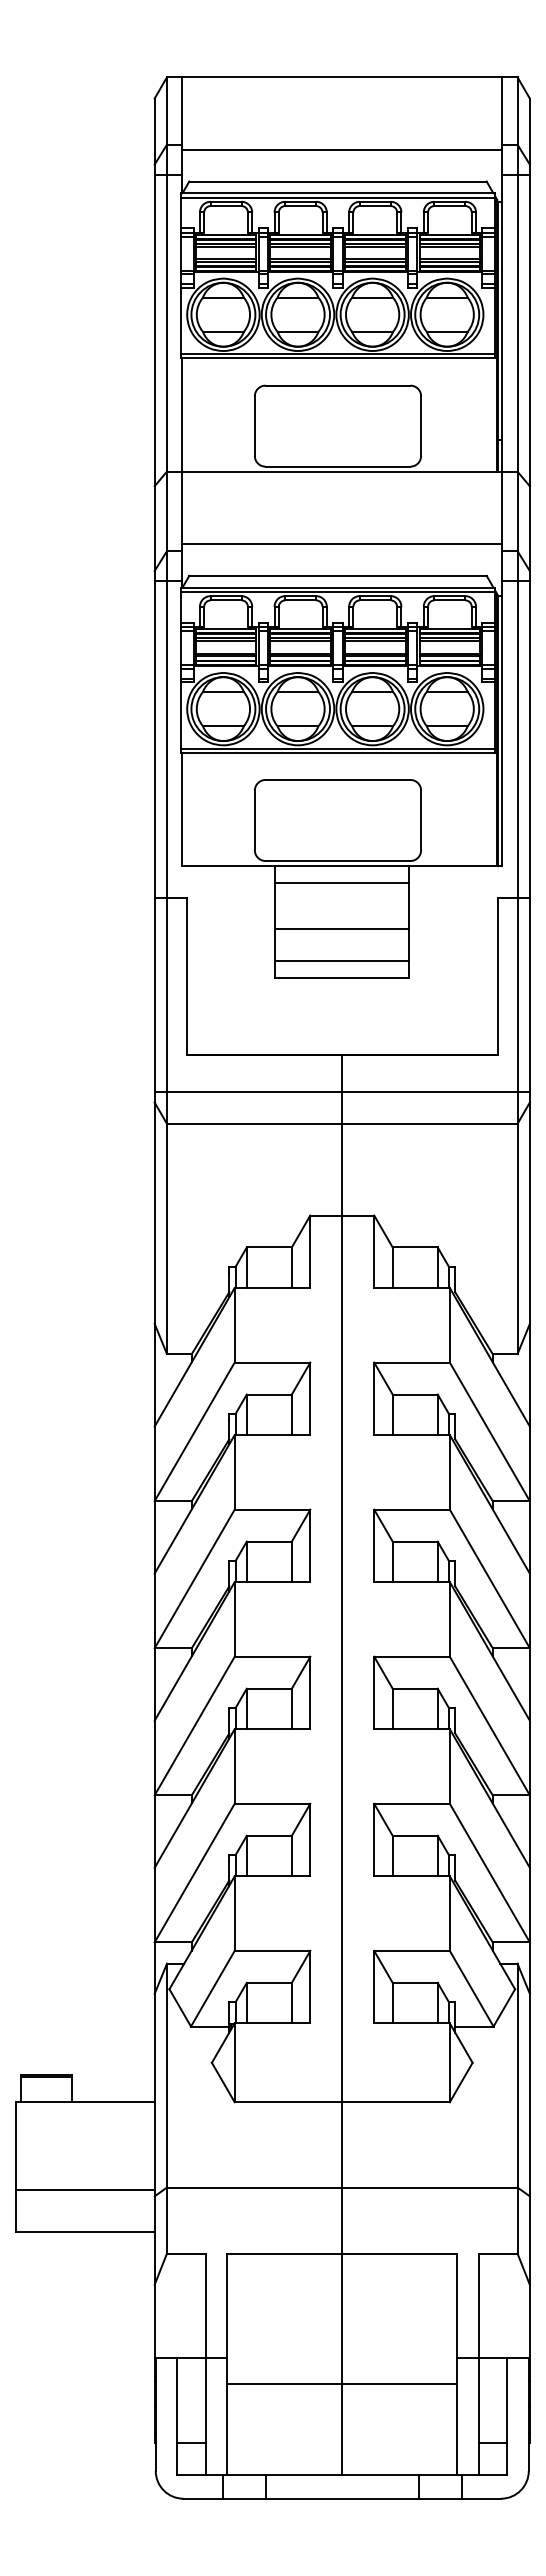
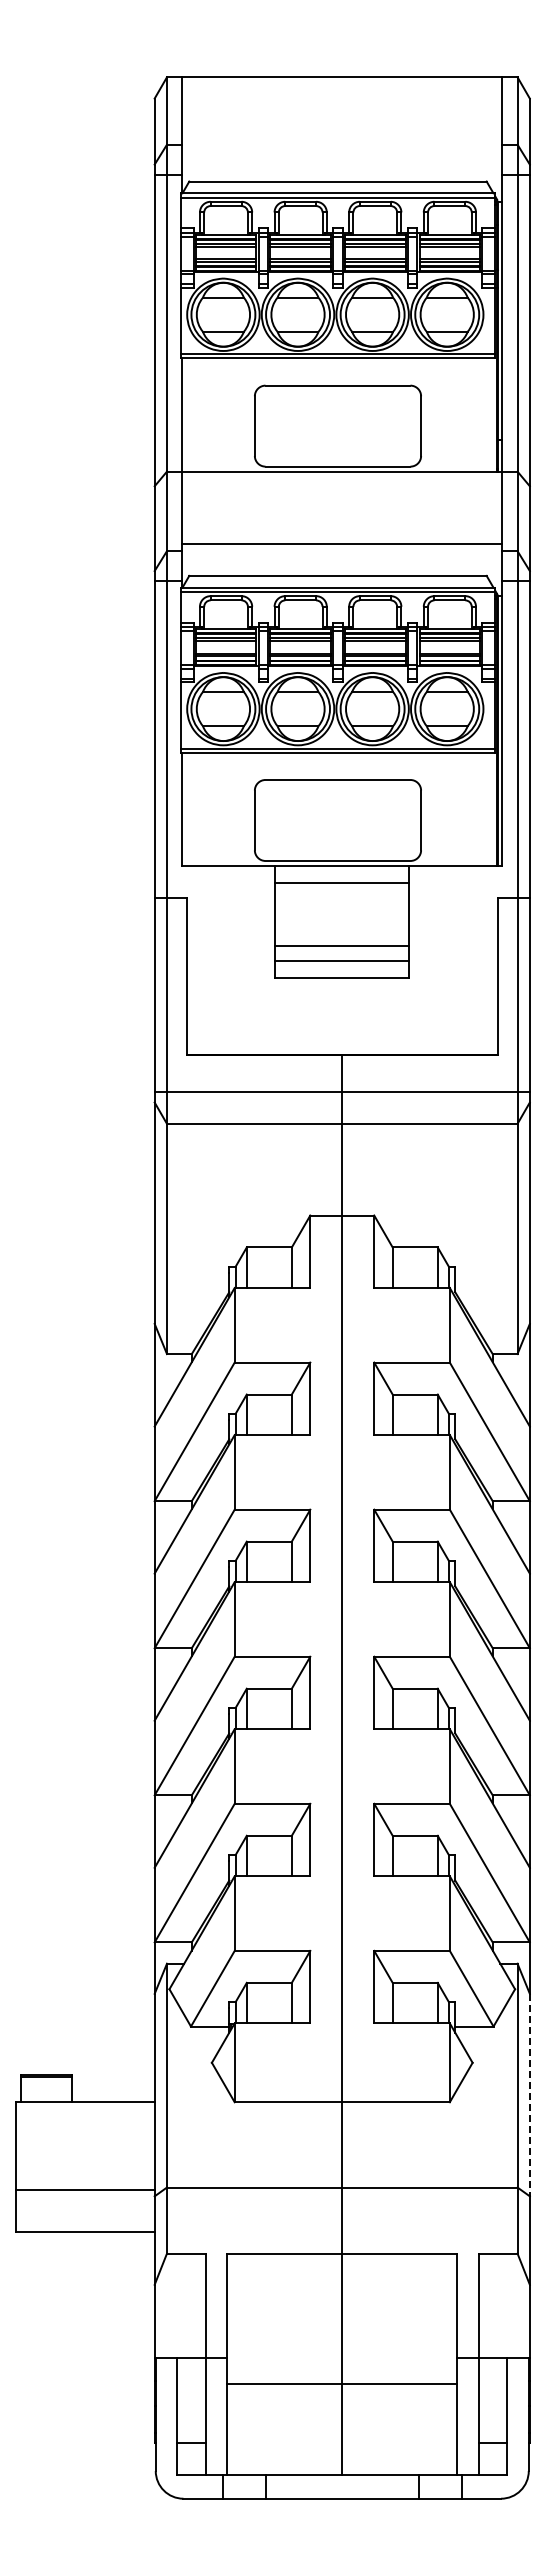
line at (342, 149): present -> none
line at (342, 928) position: (342, 928) -> (342, 945)
line at (529, 2095): solid -> dashed
